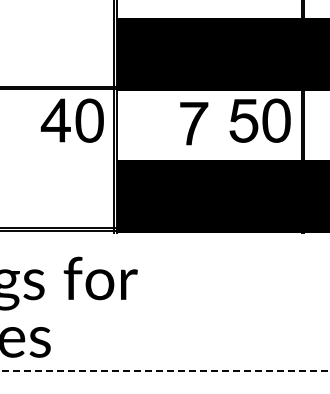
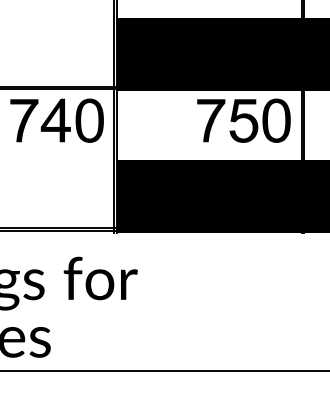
fill at (24, 120): none -> present
part at (194, 123) position: (194, 123) -> (211, 120)
line at (165, 371): dashed -> solid
